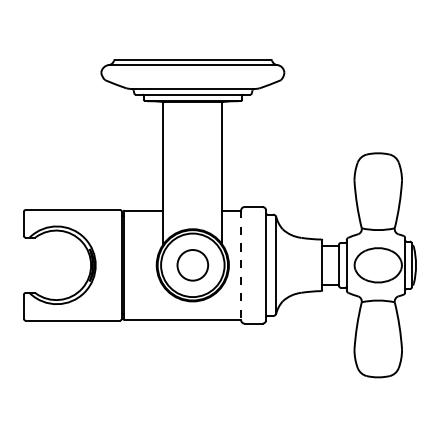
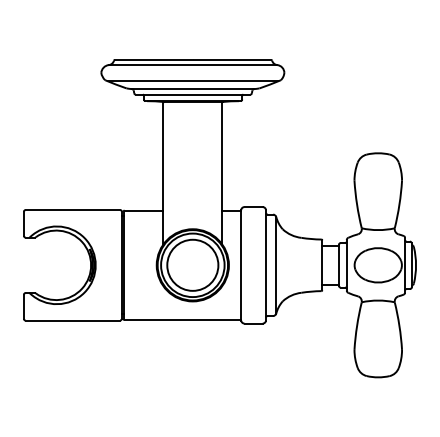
line at (192, 81): none -> present
circle at (192, 265) diameter: 31 px -> 51 px
line at (241, 265): dashed -> solid
